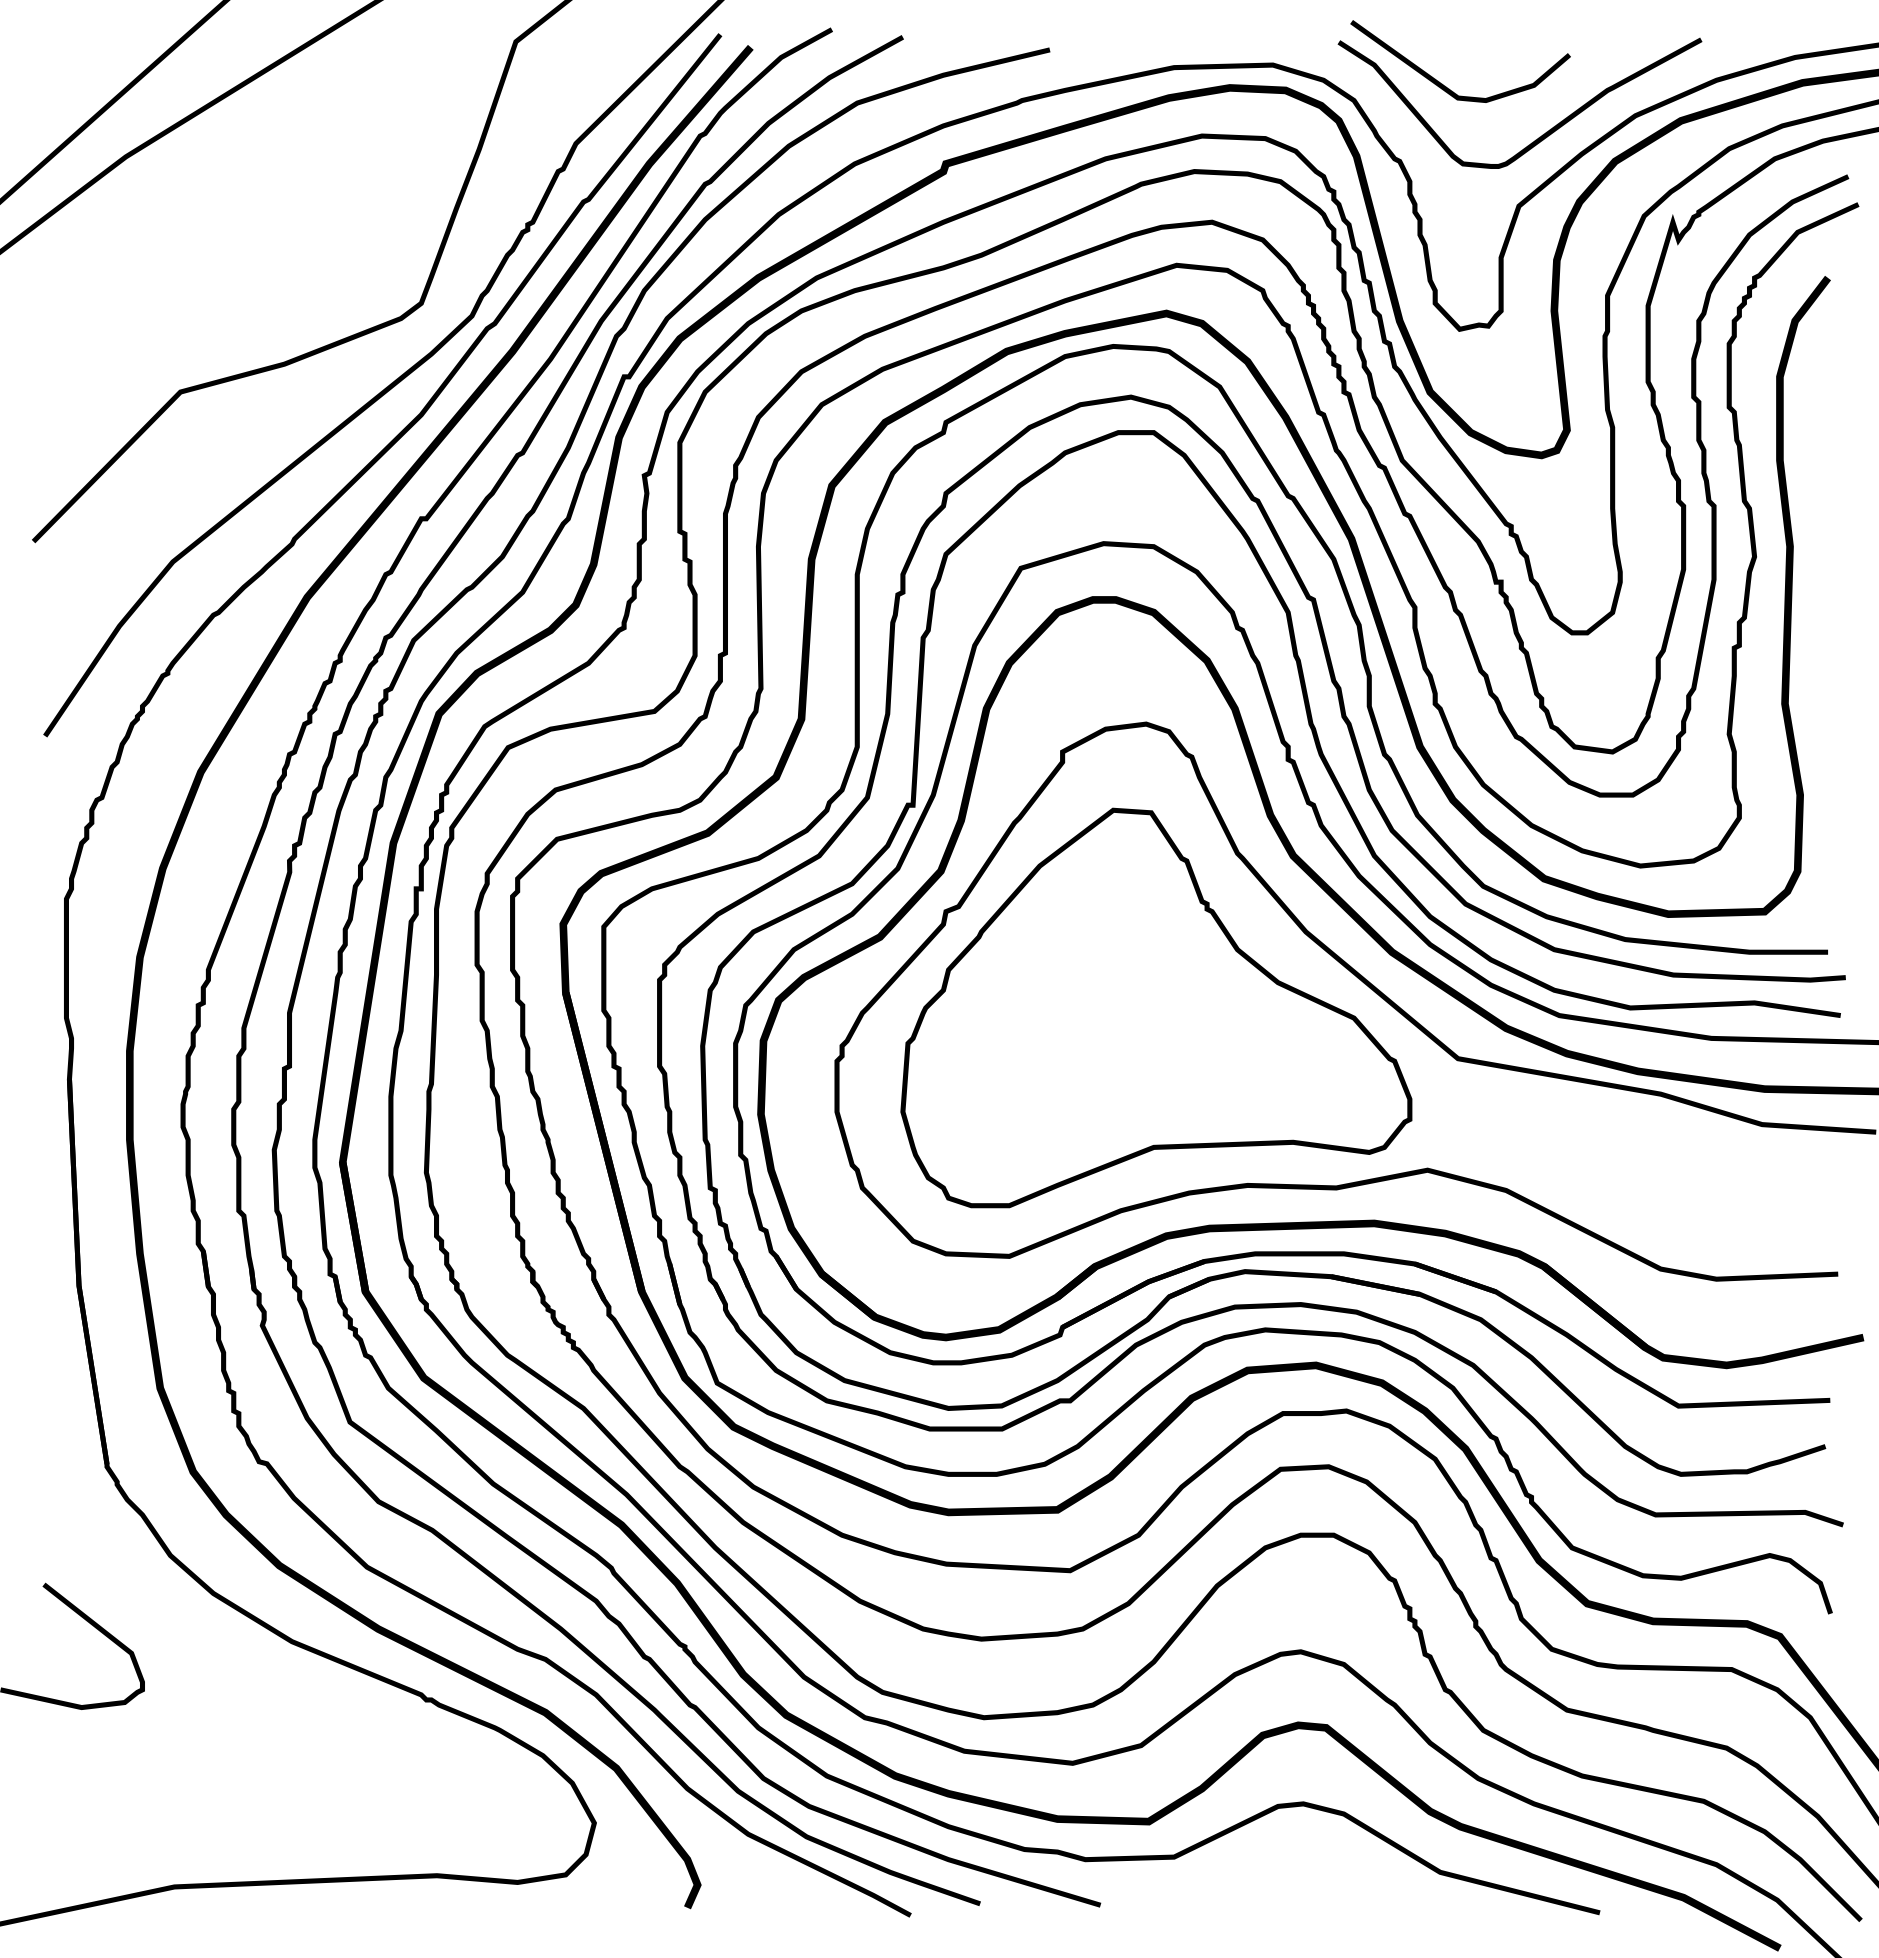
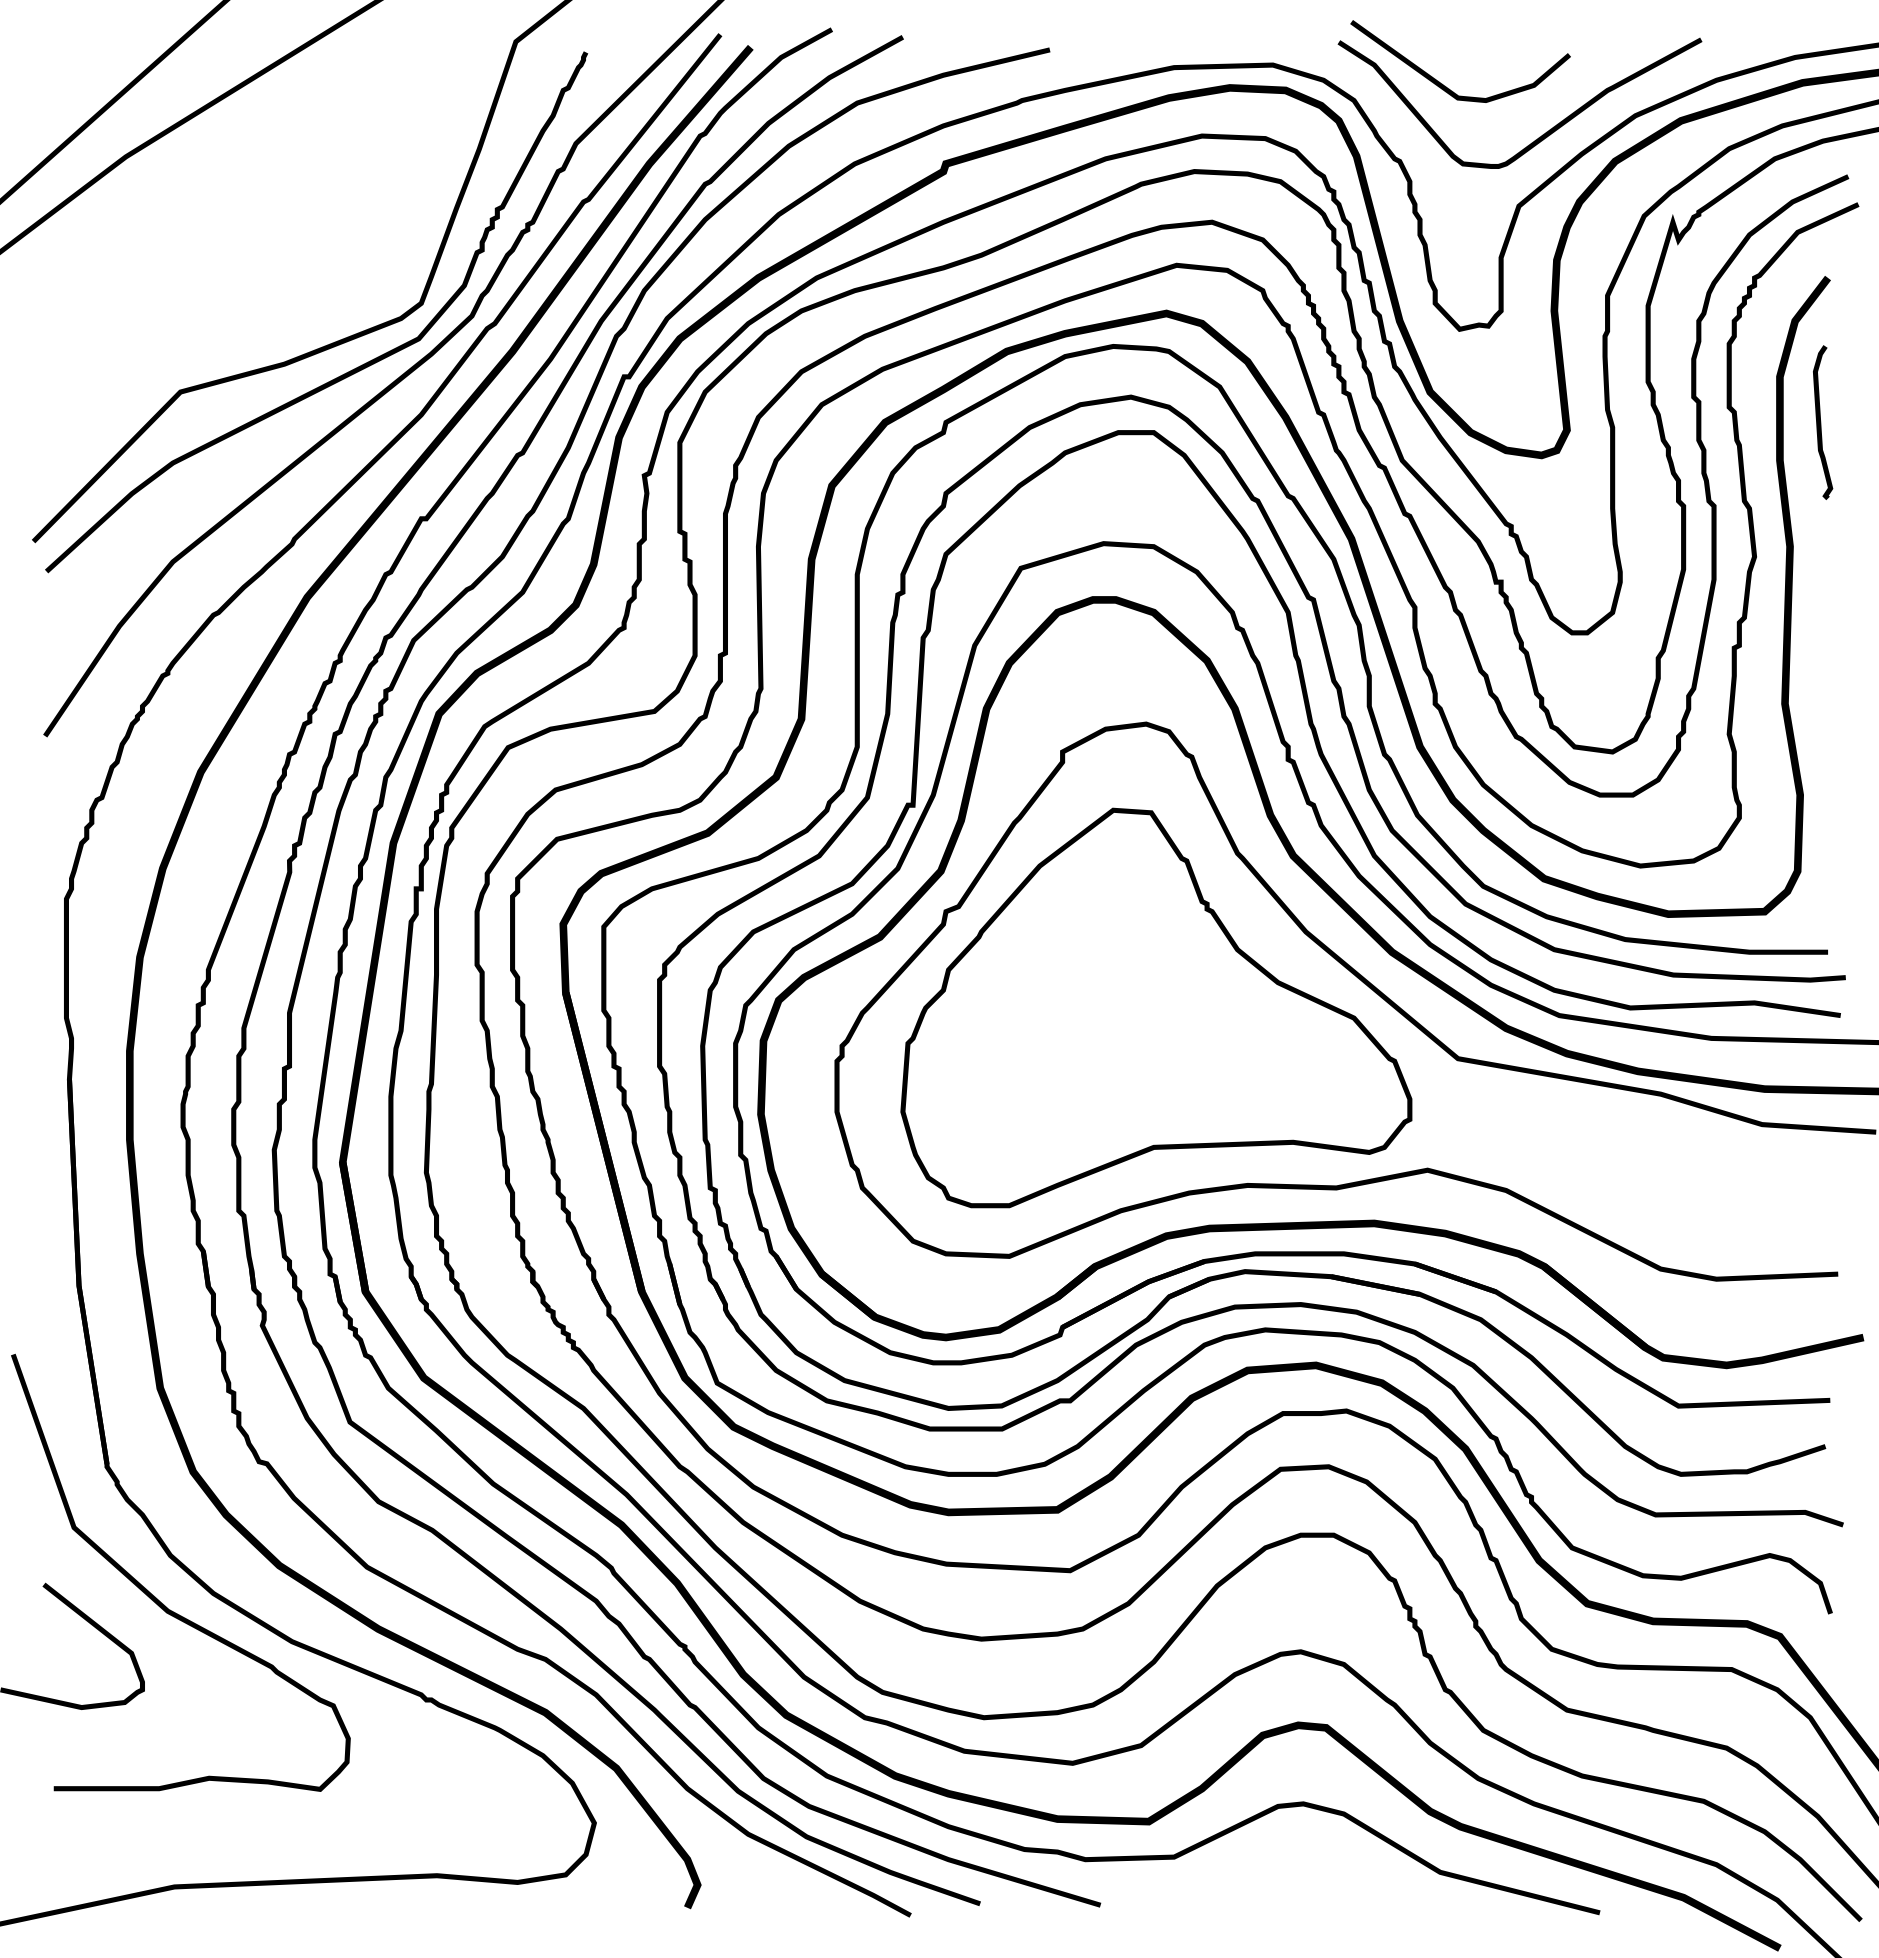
curve at (346, 372): none -> present
curve at (1821, 422): none -> present
curve at (155, 1596): none -> present
